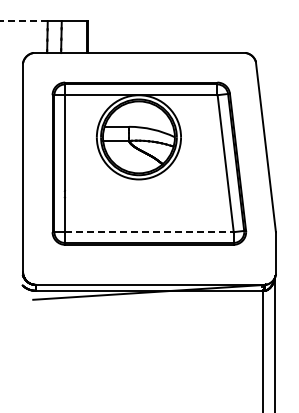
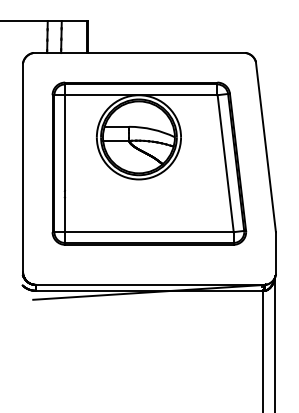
line at (23, 21): dashed -> solid
line at (149, 232): dashed -> solid
